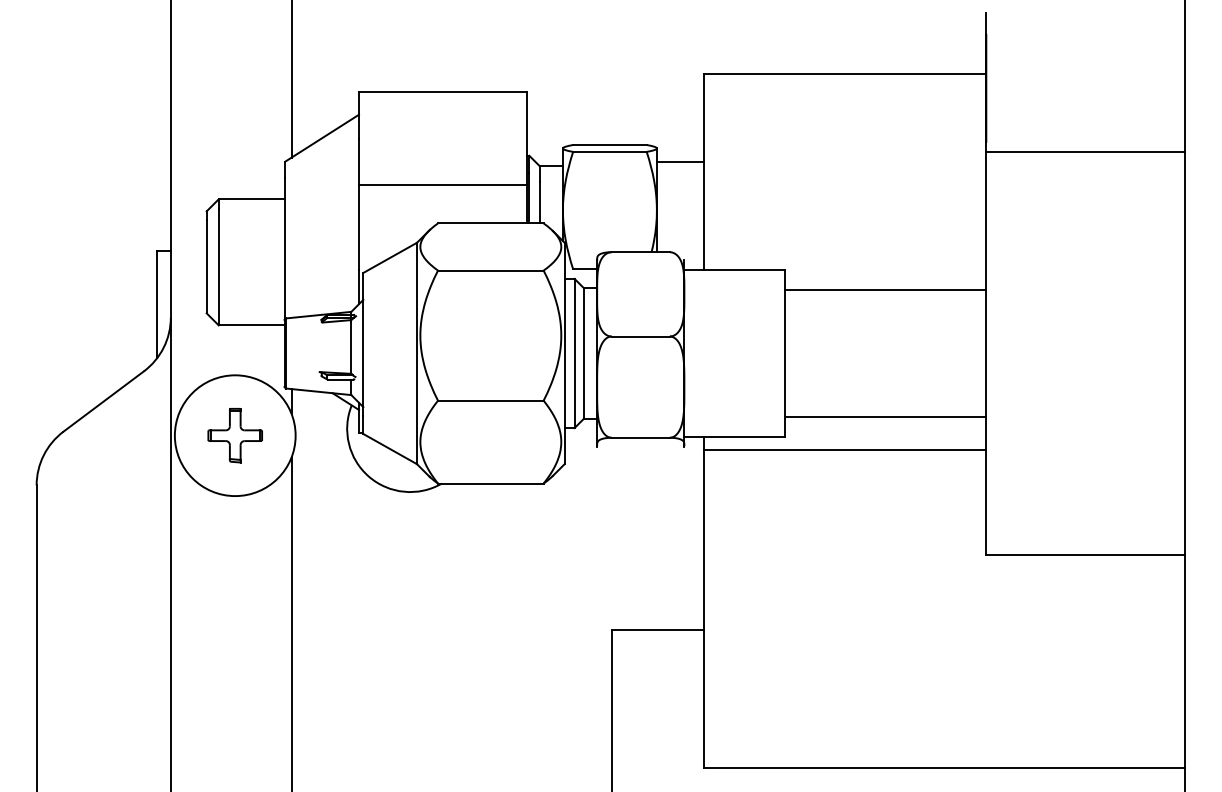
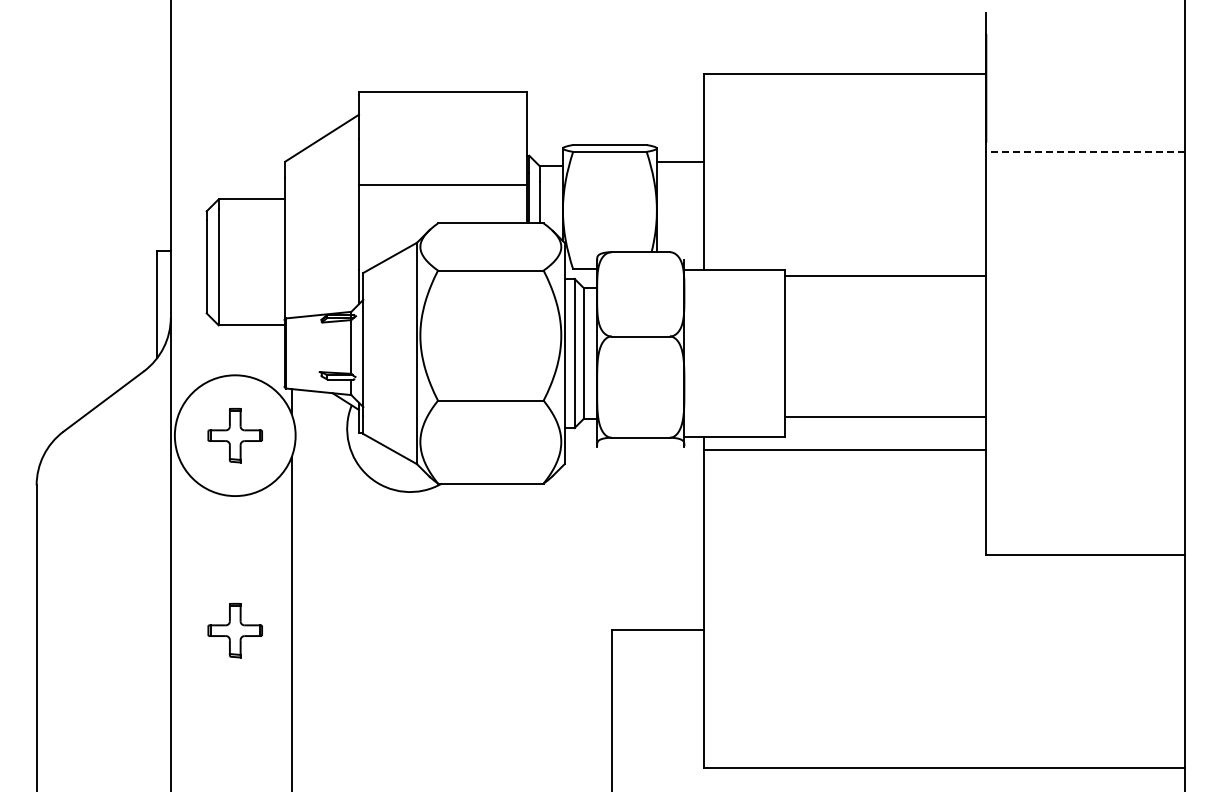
line at (291, 79): present -> none
line at (1085, 152): solid -> dashed
line at (885, 289) position: (885, 289) -> (885, 275)
part at (234, 630): none -> present
